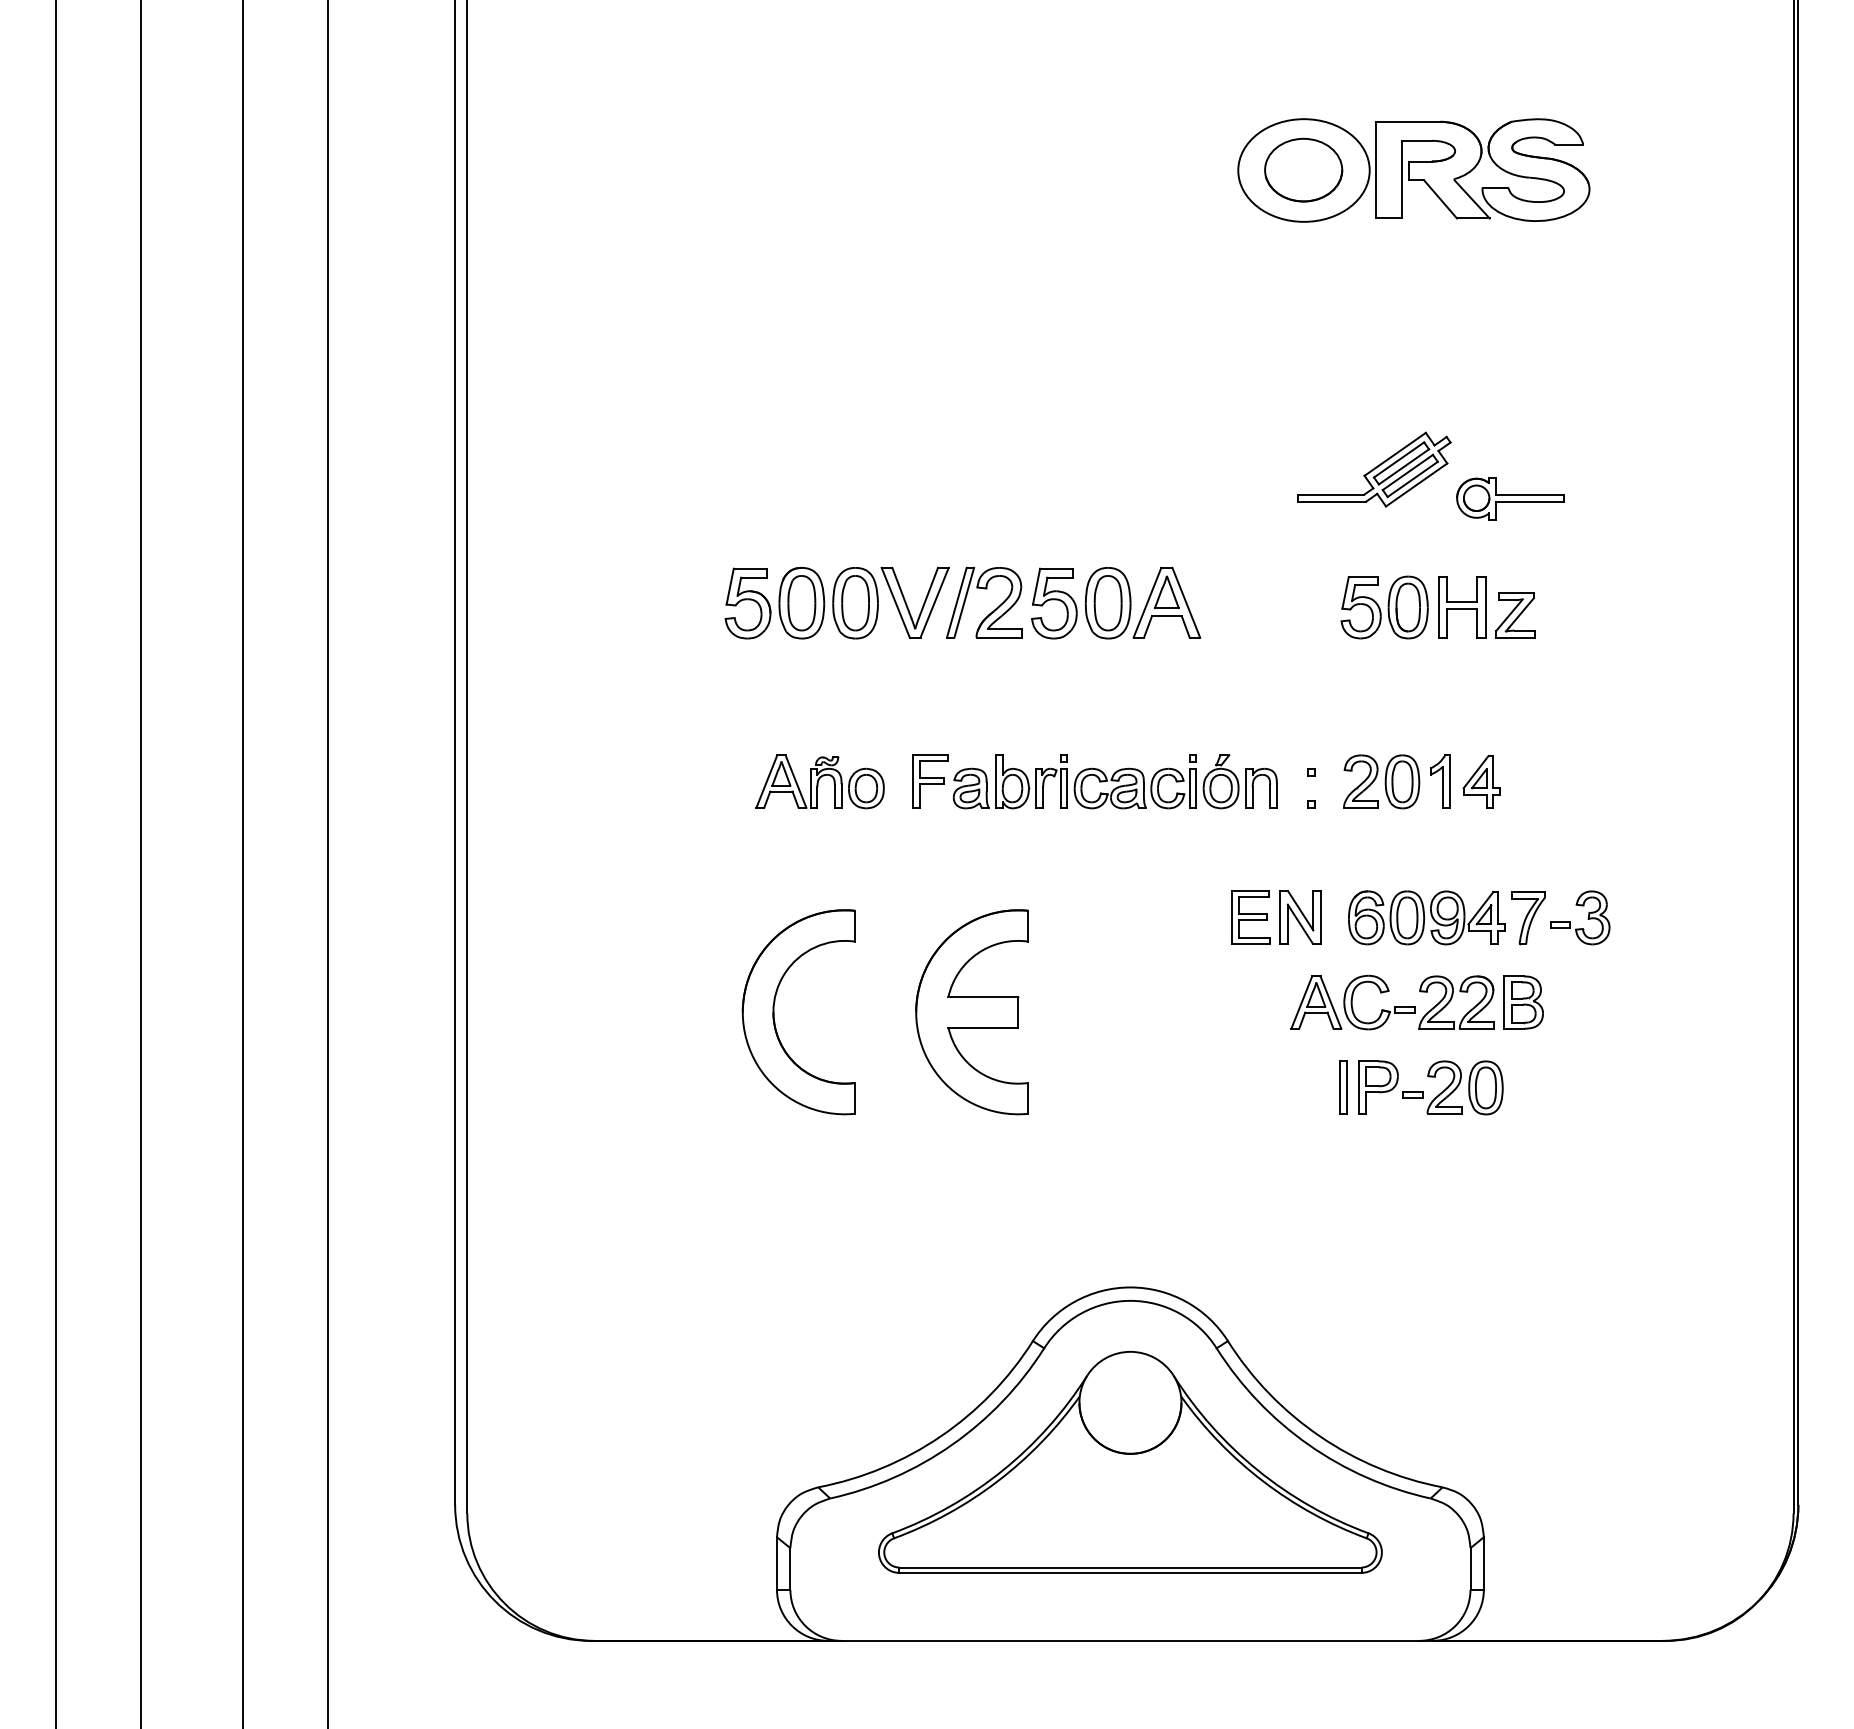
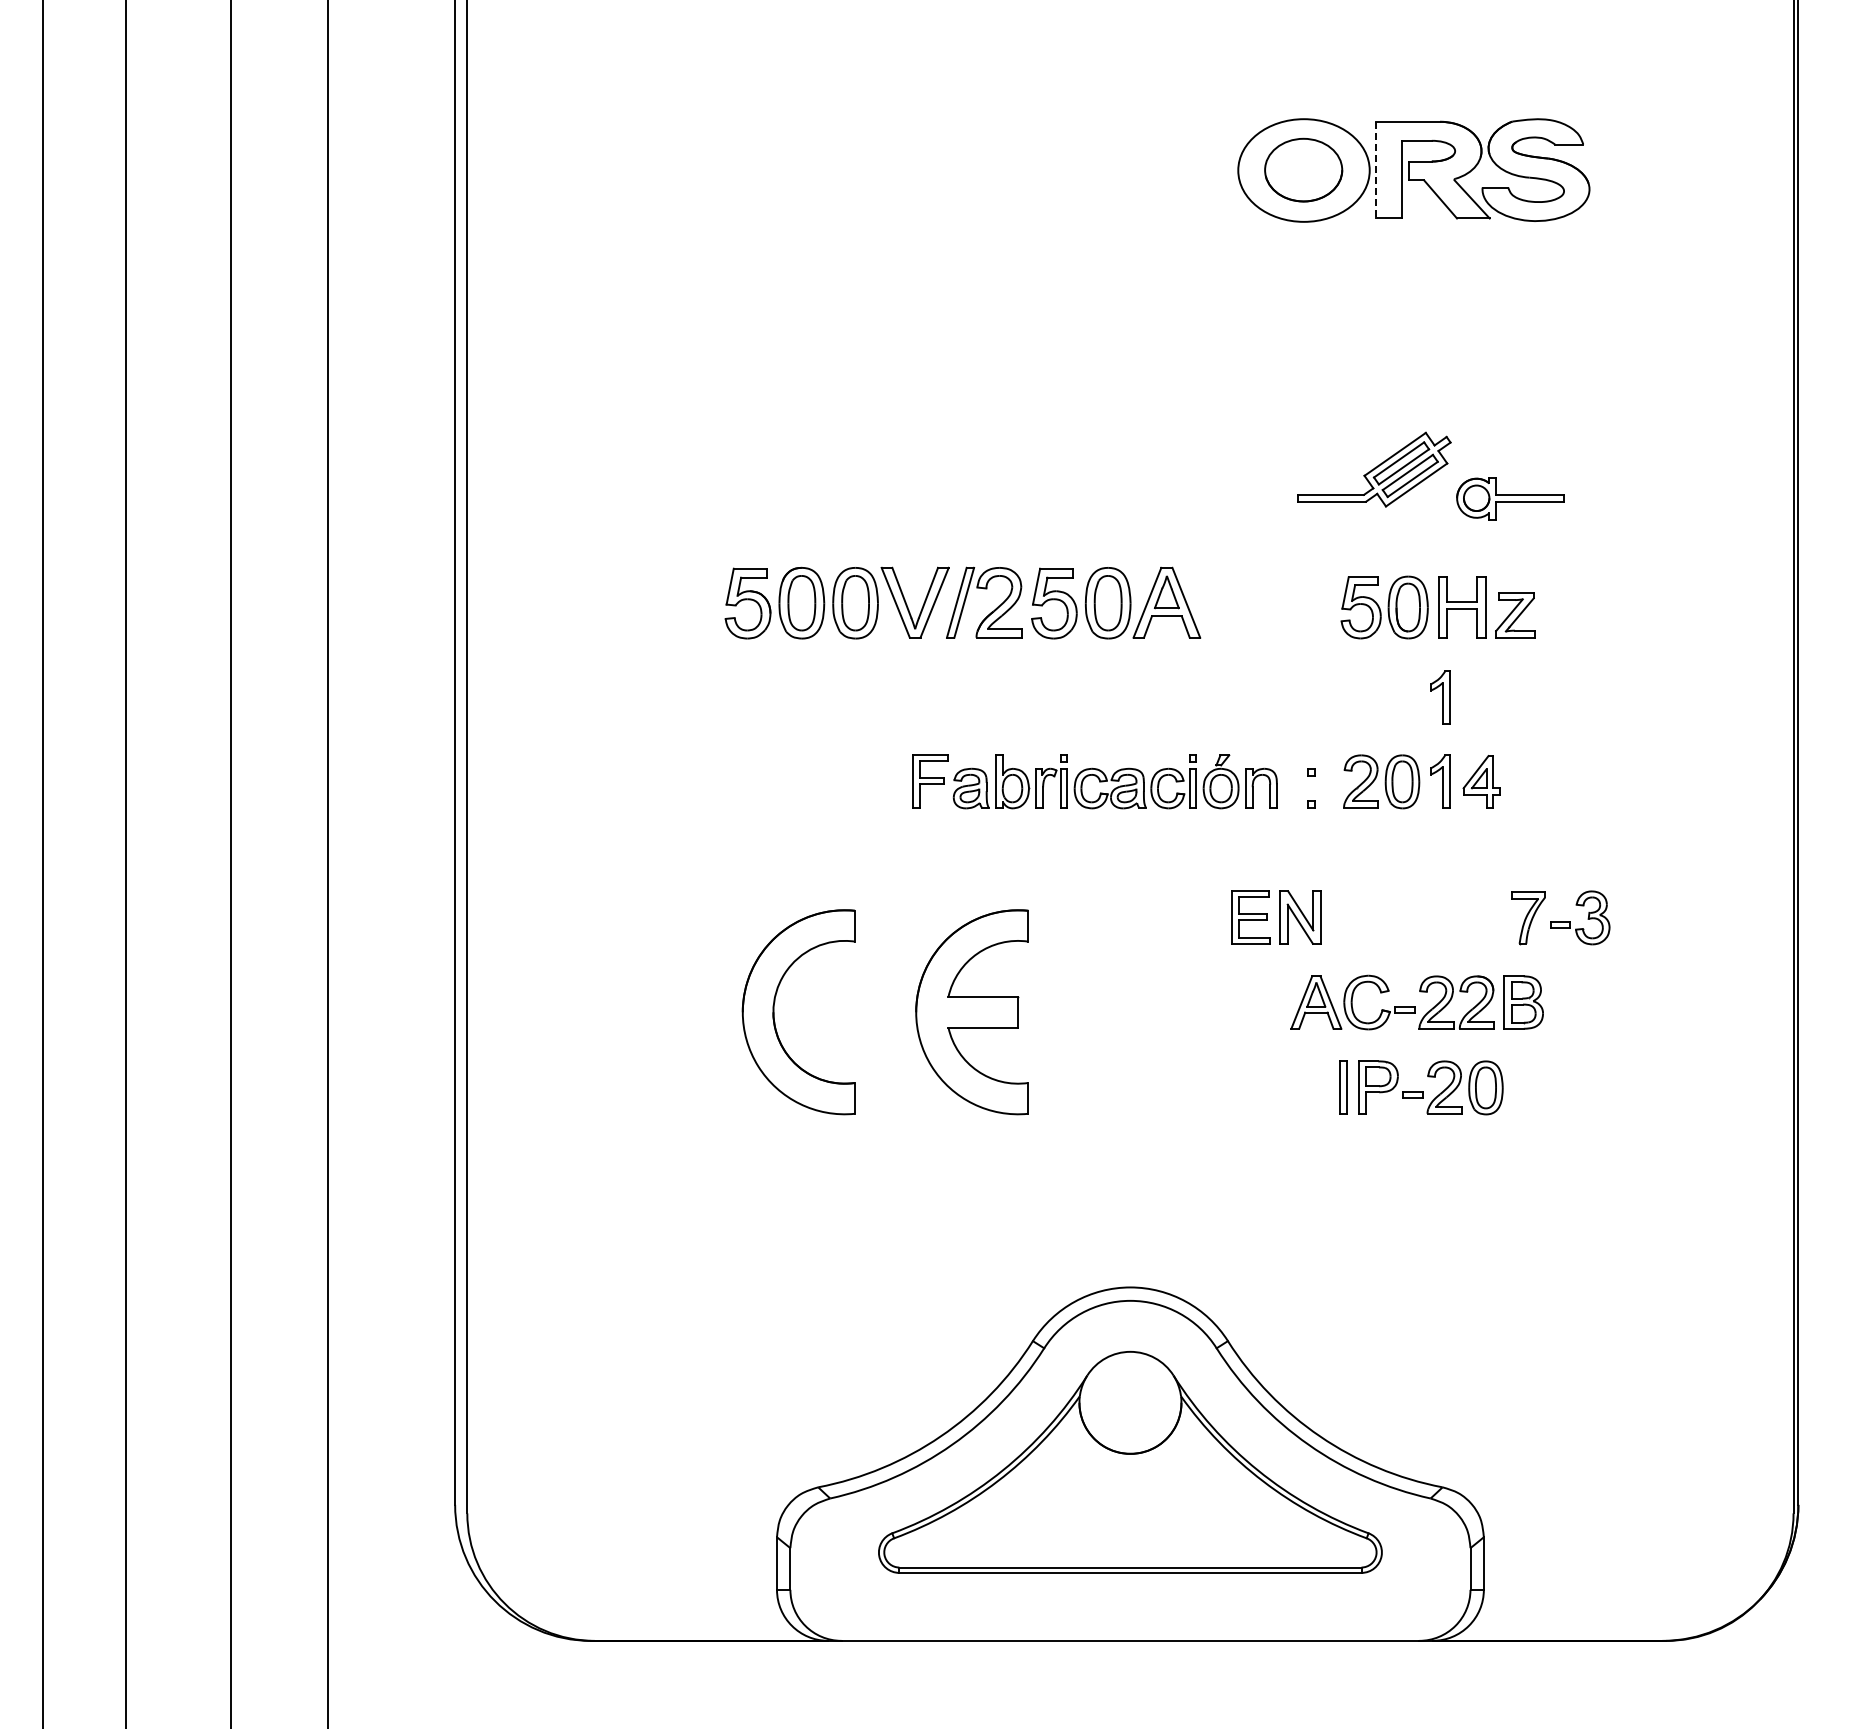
line at (1375, 170): solid -> dashed
part at (1440, 697): none -> present
part at (819, 781): present -> none
line at (55, 863) position: (55, 863) -> (42, 863)
line at (140, 863) position: (140, 863) -> (125, 863)
line at (242, 863) position: (242, 863) -> (230, 863)
part at (1426, 917): present -> none
